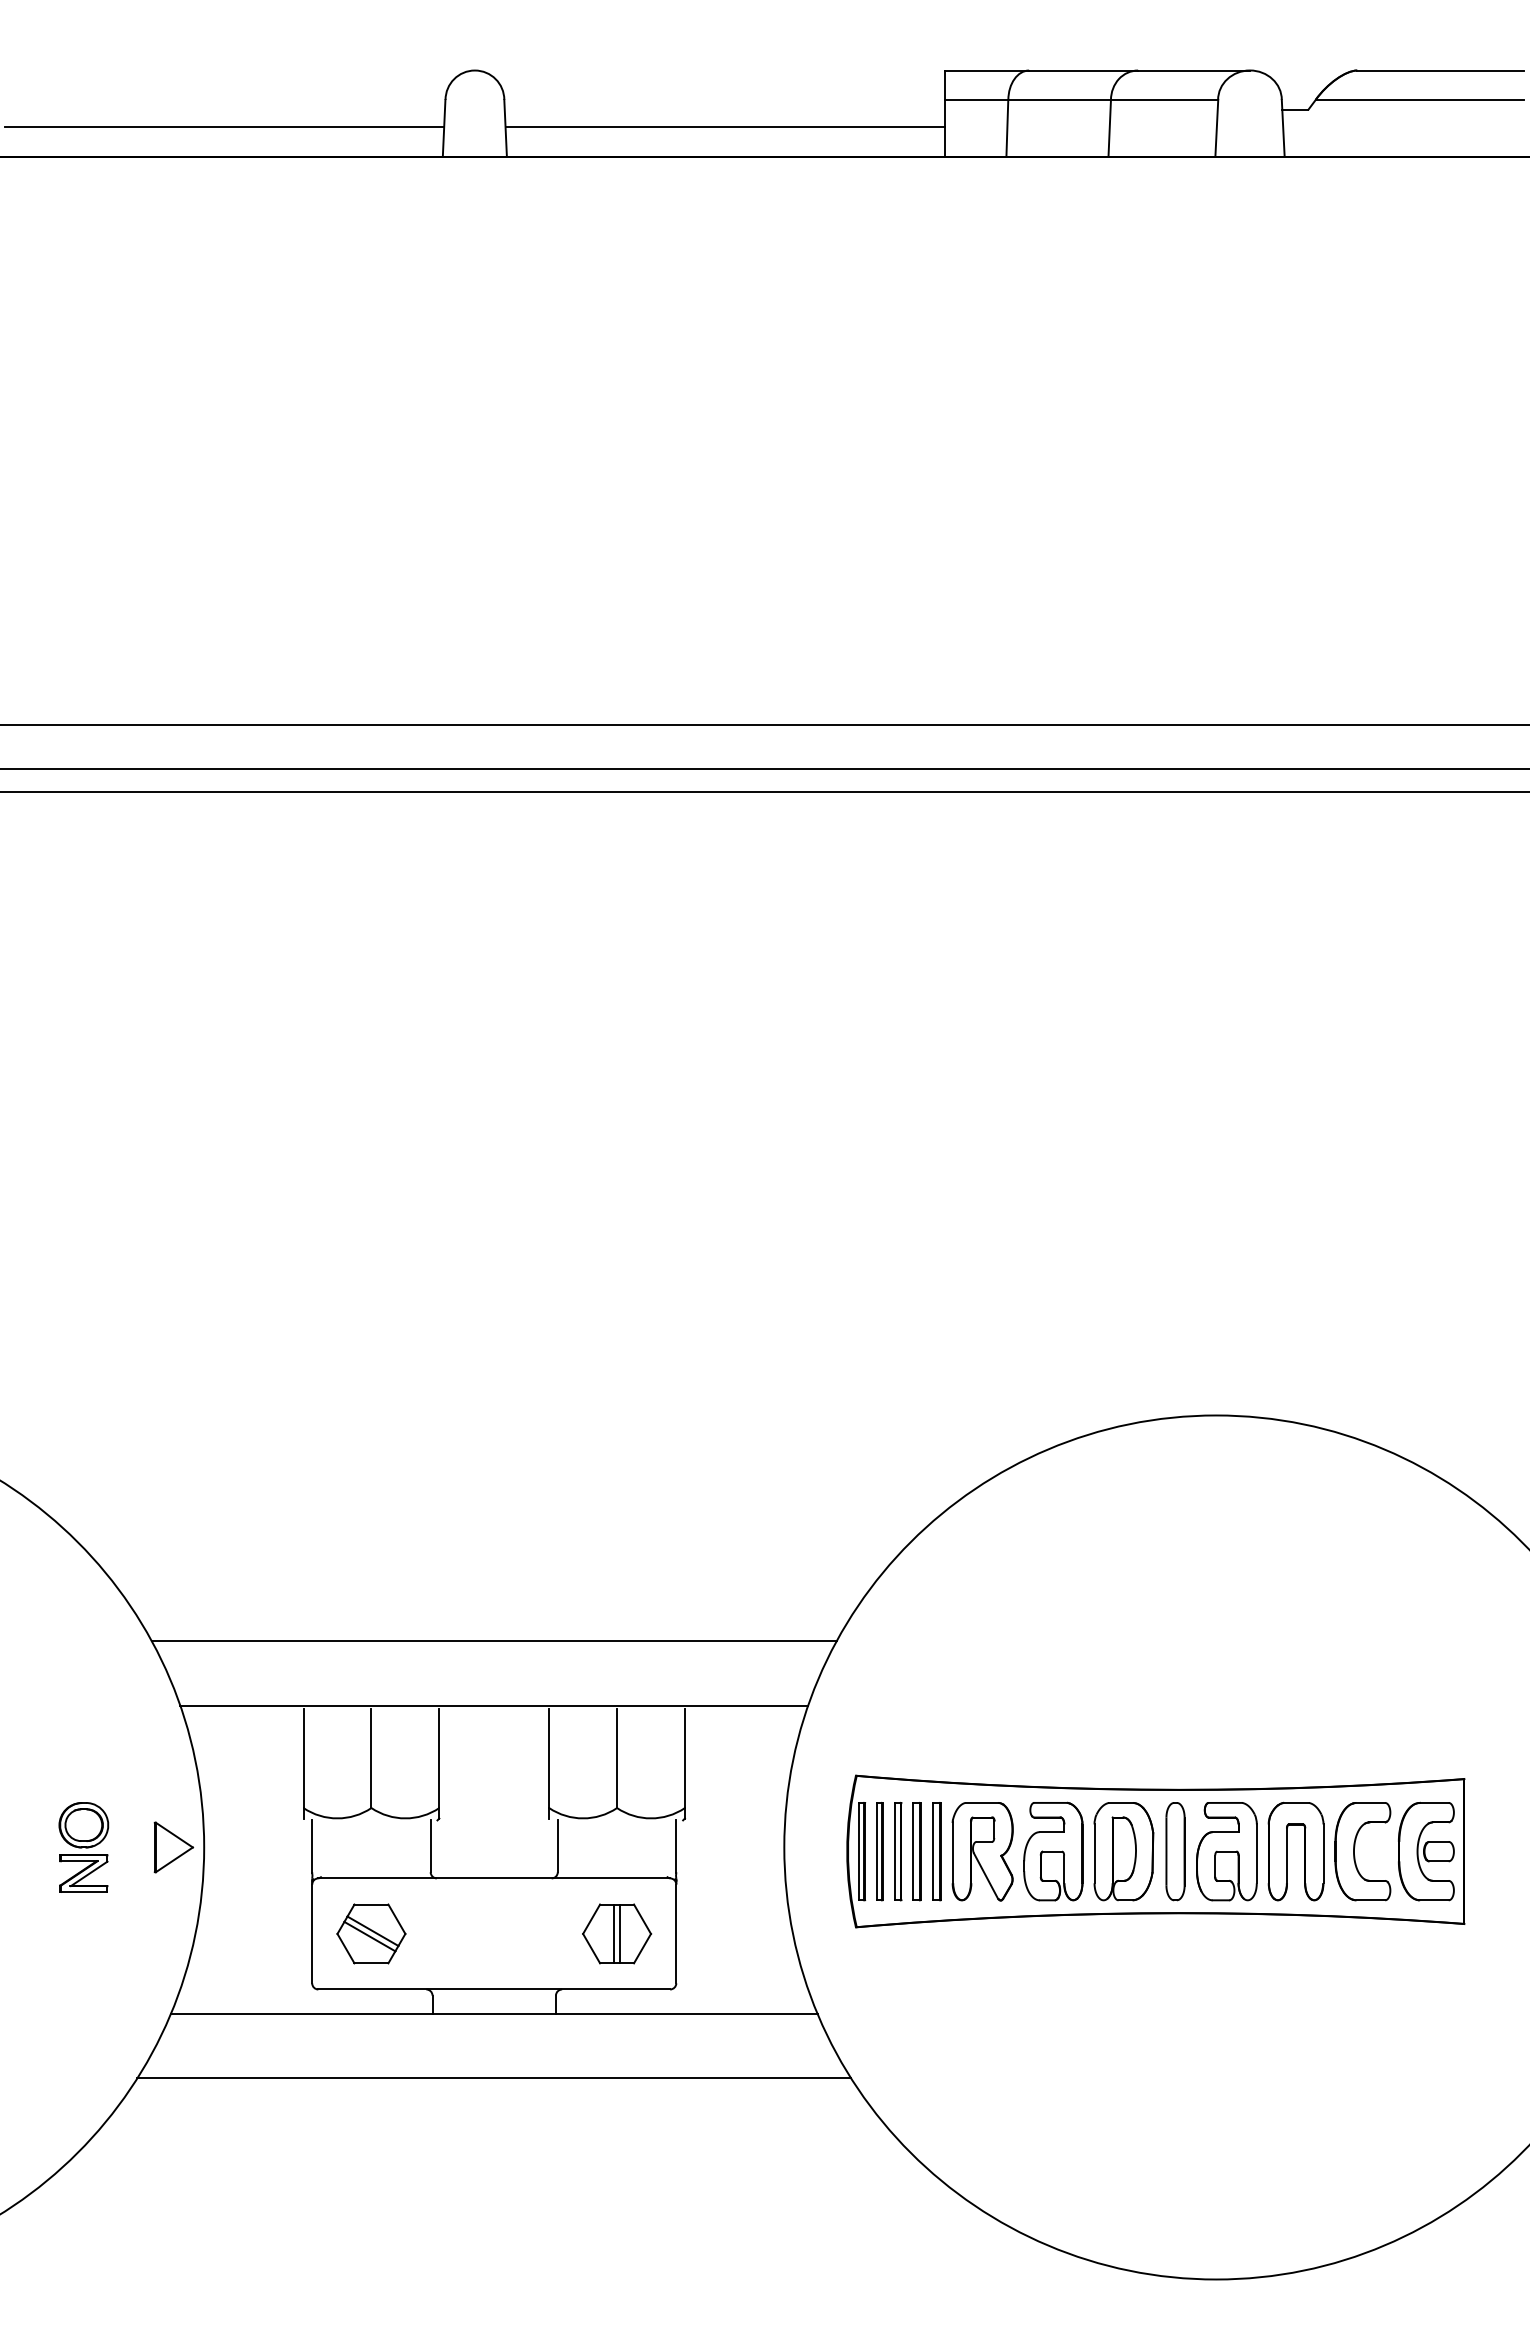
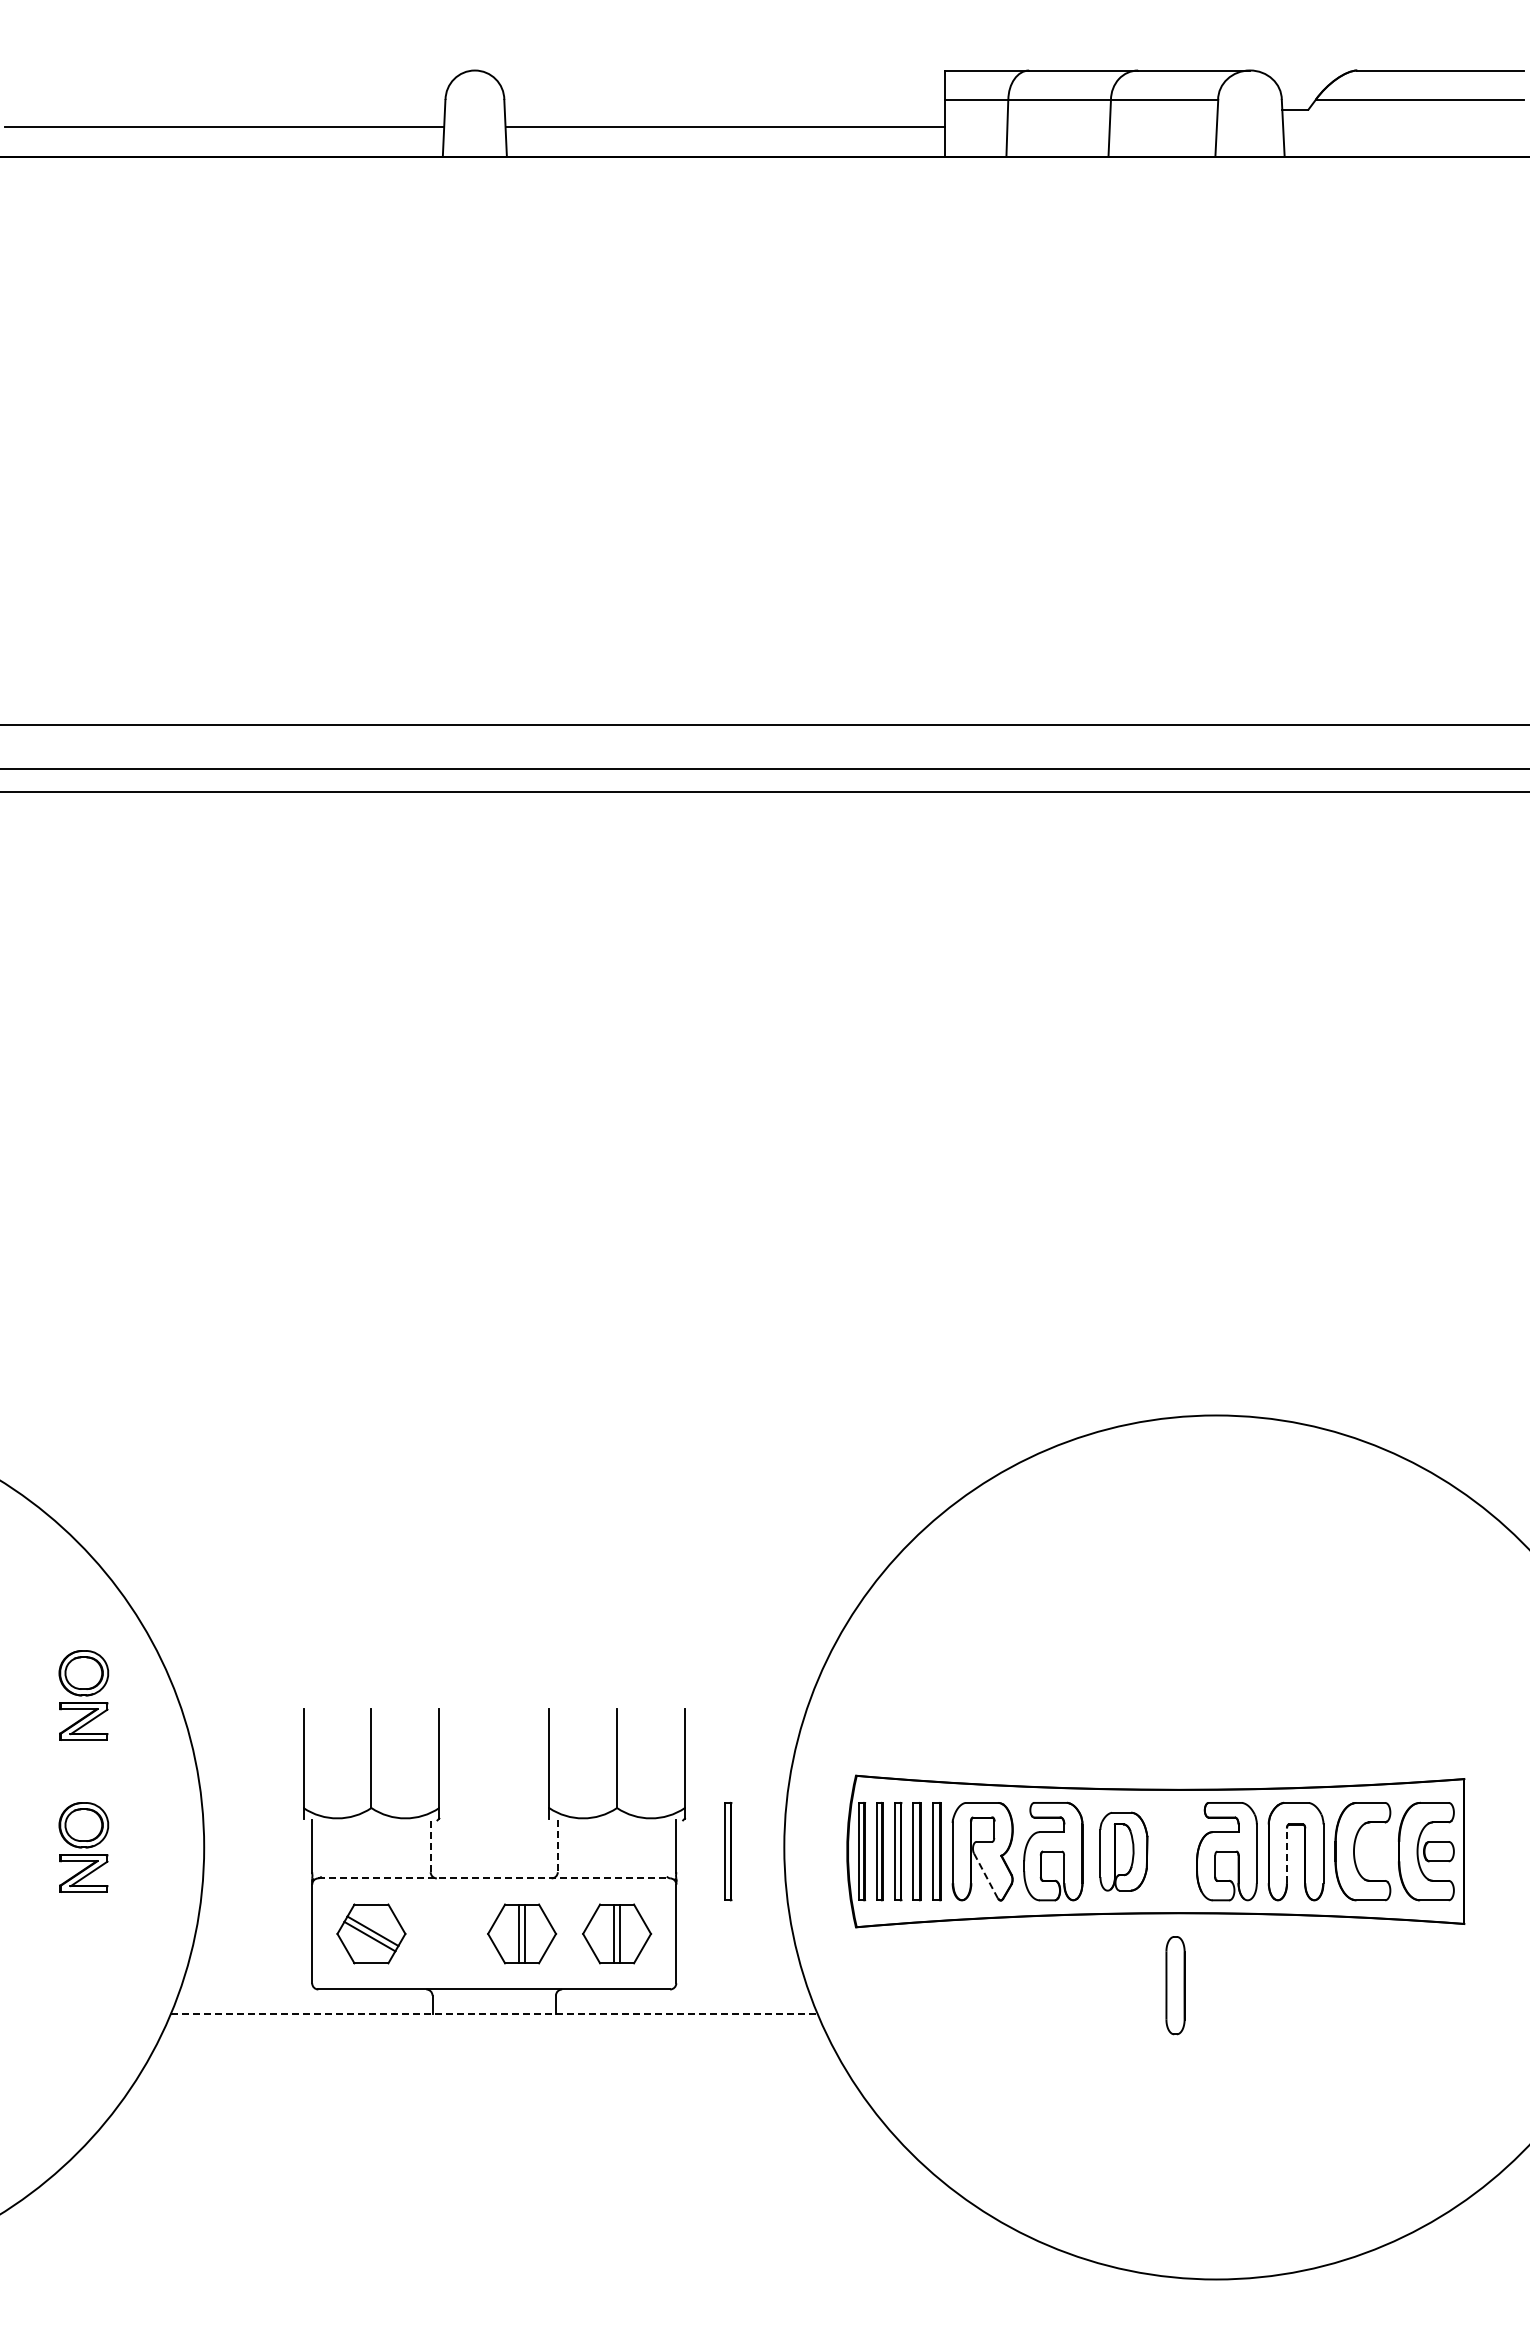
line at (493, 1641): present -> none
part at (83, 1695): none -> present
line at (494, 1705): present -> none
line at (430, 1846): solid -> dashed
line at (557, 1846): solid -> dashed
part at (173, 1847): present -> none
part at (728, 1851): none -> present
part at (1123, 1851) size: 62x100 px -> 50x81 px
part at (1175, 1851) position: (1175, 1851) -> (1175, 1985)
line at (1287, 1855): solid -> dashed
line at (986, 1876): solid -> dashed
line at (494, 1878): solid -> dashed
part at (522, 1933): none -> present
line at (494, 2014): solid -> dashed
line at (494, 2078): present -> none
